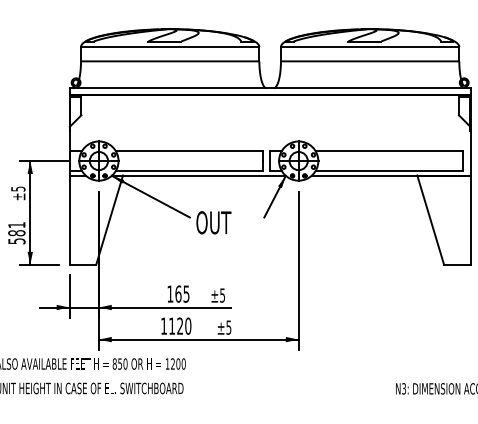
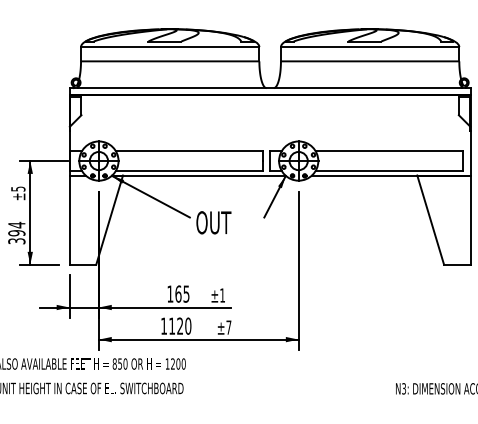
text at (16, 232): 581 -> 394
text at (222, 295): ±5 -> ±1
text at (228, 327): ±5 -> ±7
